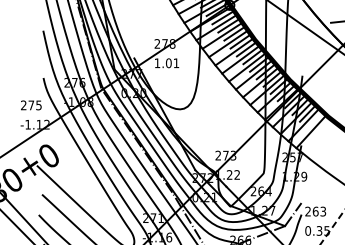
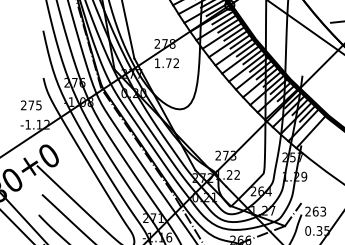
line at (128, 30): none -> present
text at (171, 63): 1.01 -> 1.72
line at (332, 227): dashed -> solid
